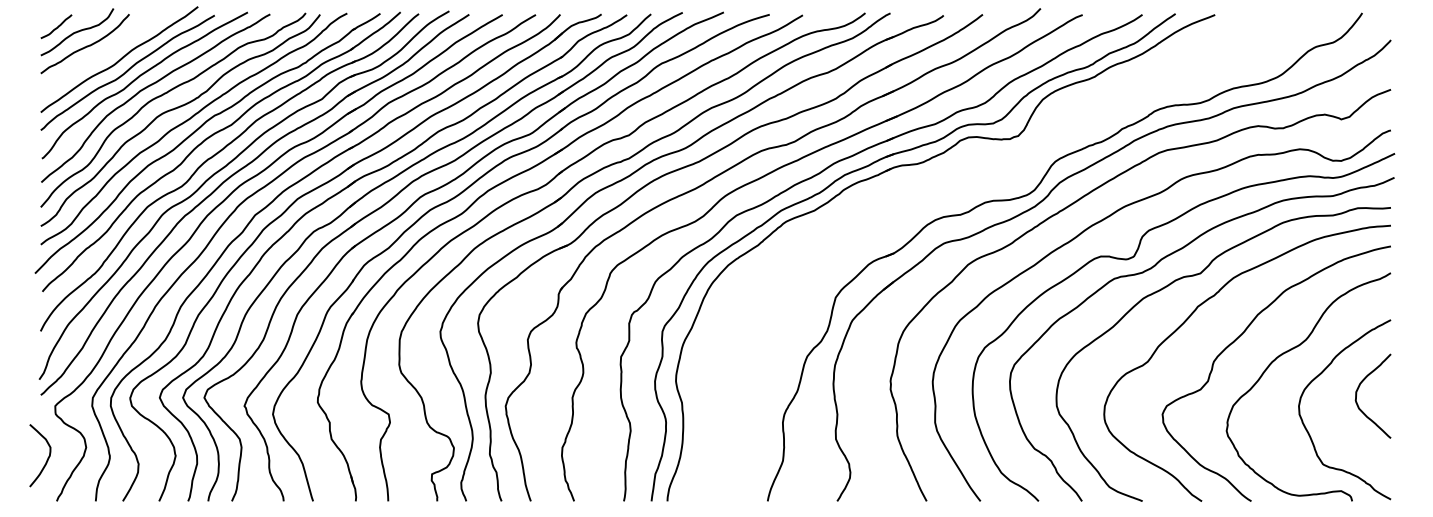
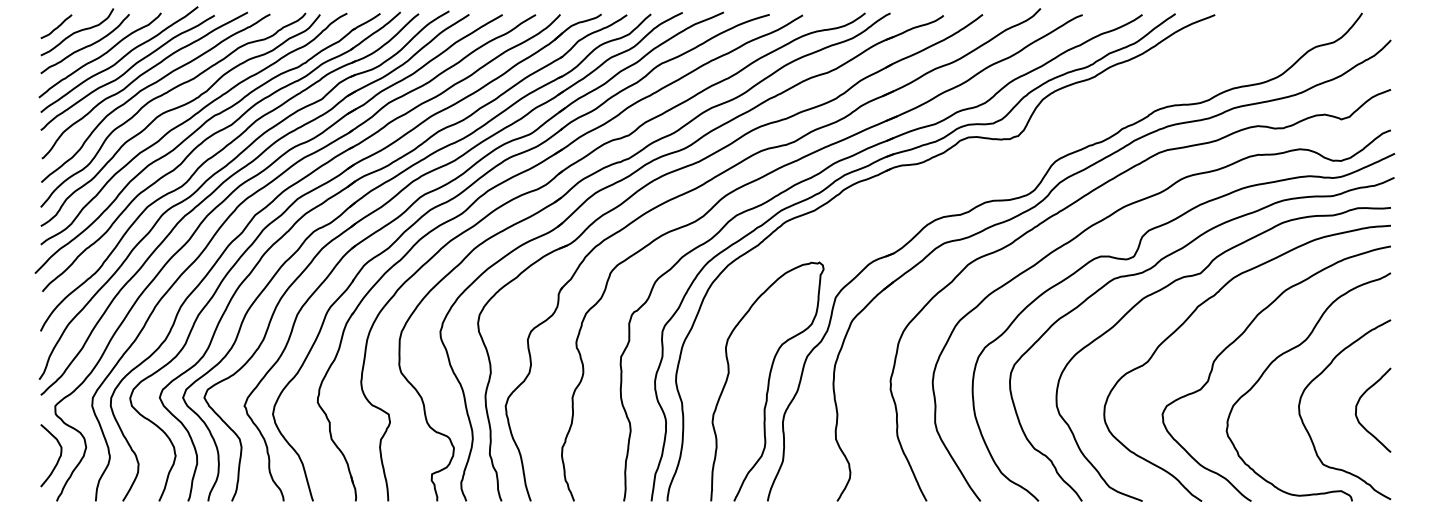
curve at (100, 55): none -> present
curve at (767, 381): none -> present
curve at (1358, 390) position: (1358, 390) -> (1358, 404)
curve at (47, 457) position: (47, 457) -> (58, 457)
